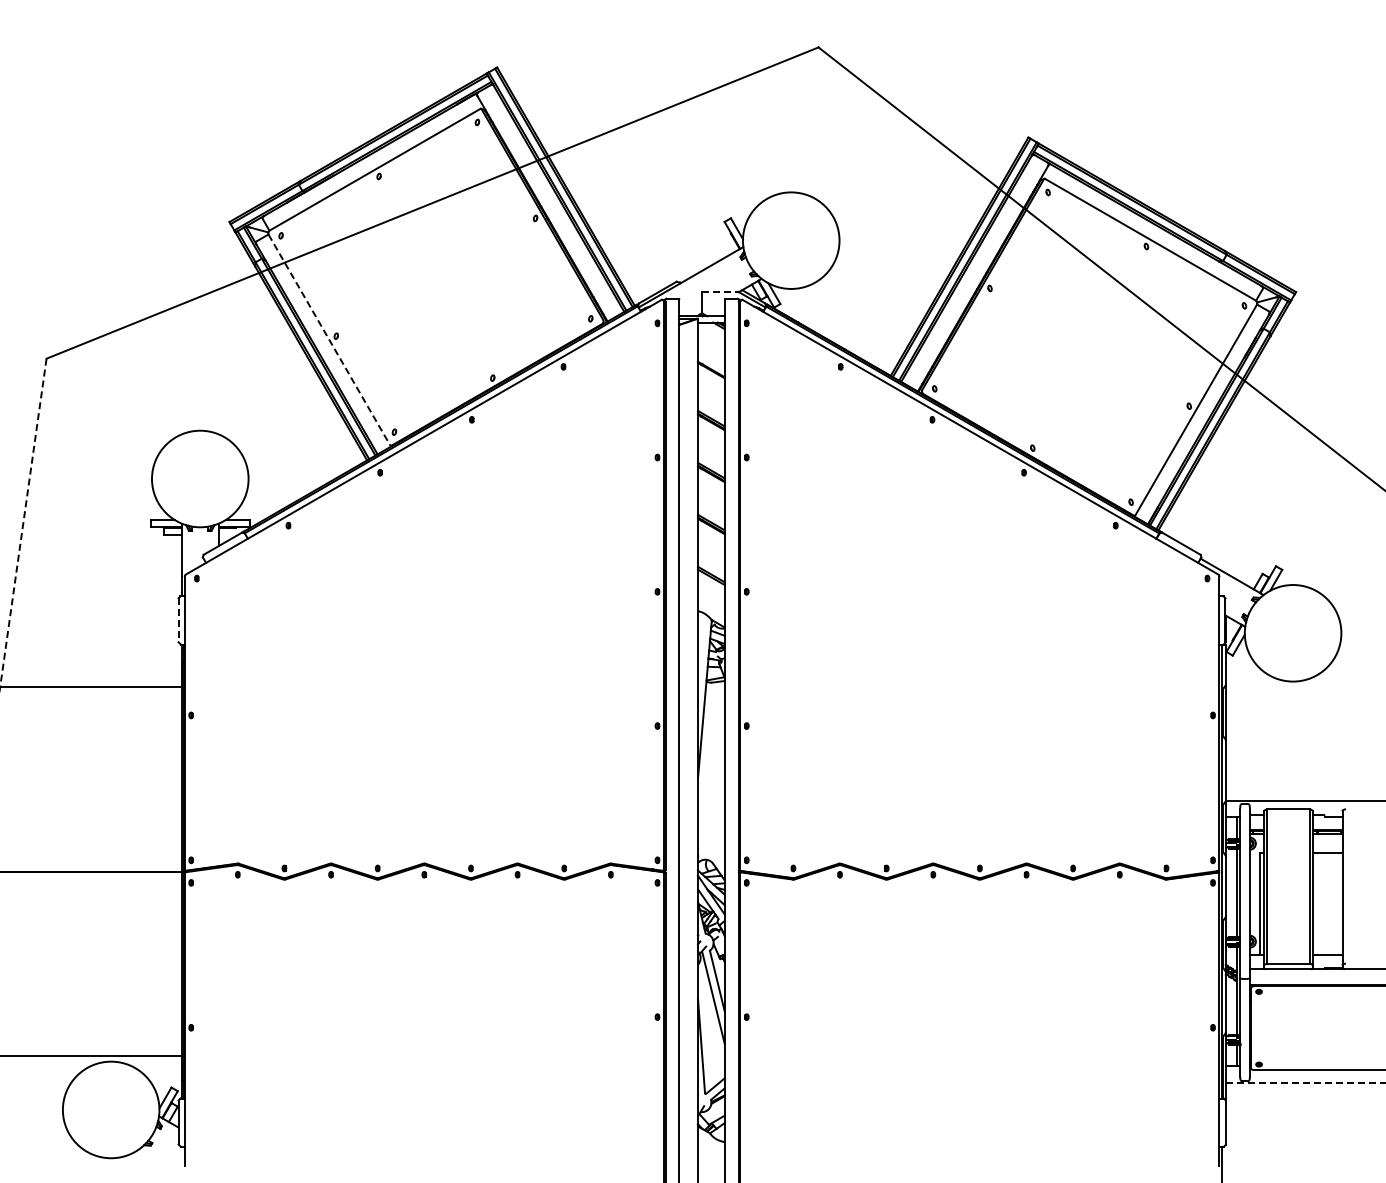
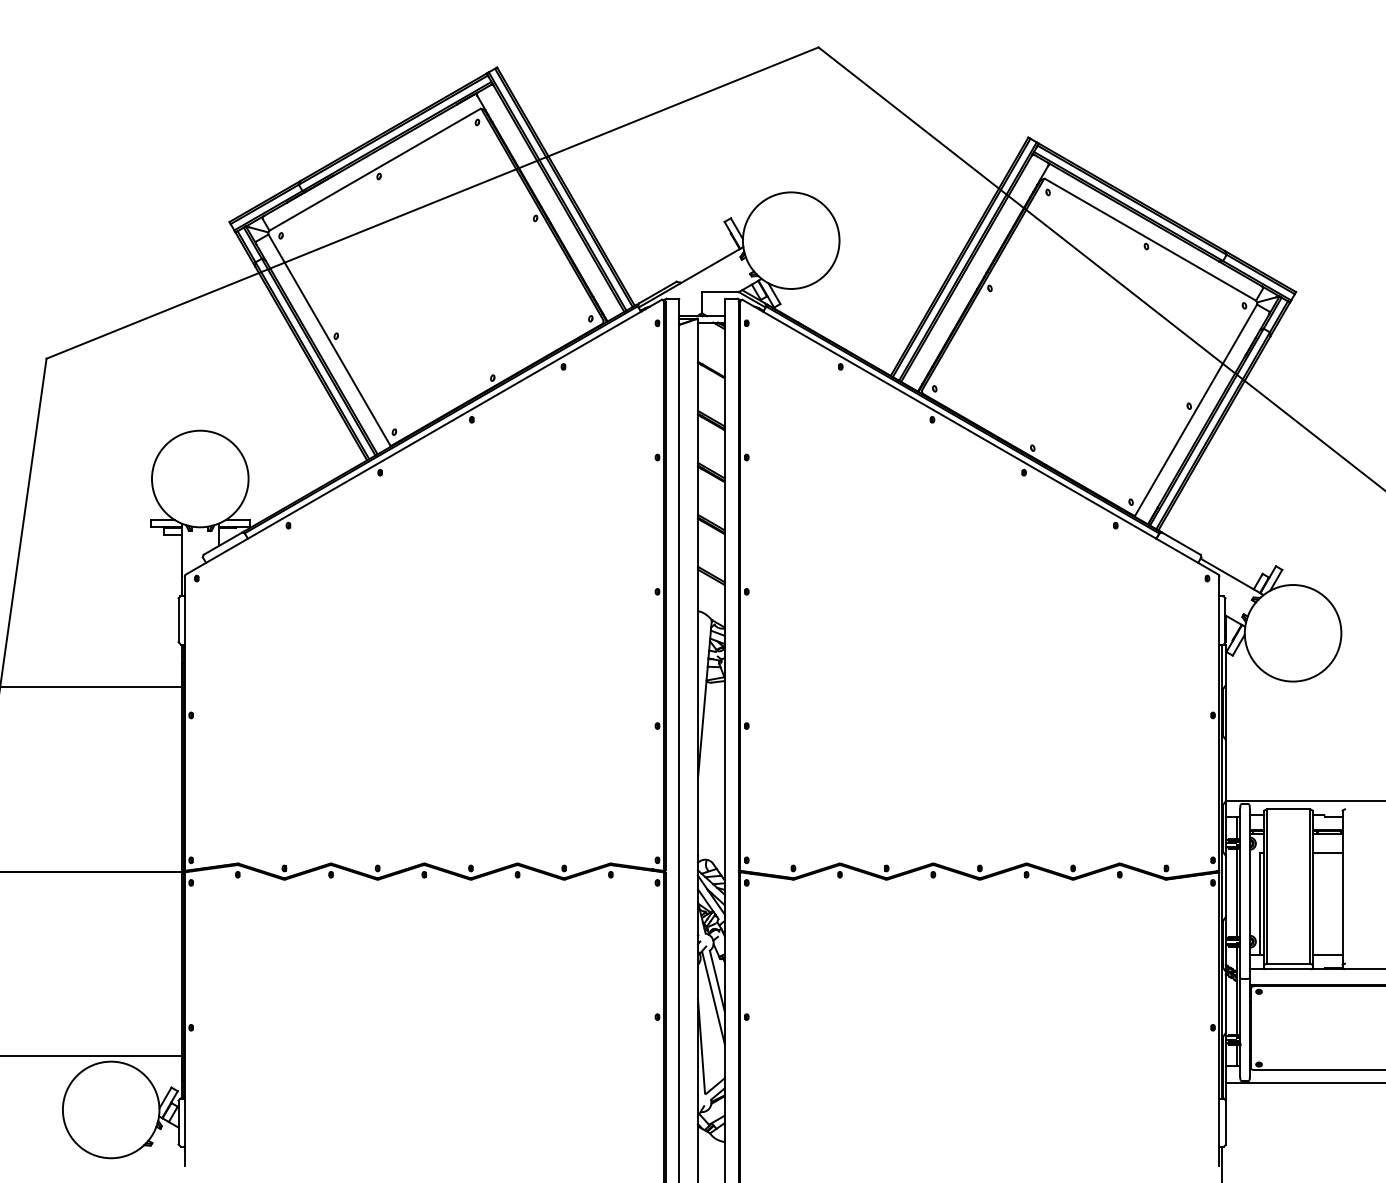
line at (721, 292): dashed -> solid
line at (329, 340): dashed -> solid
line at (23, 523): dashed -> solid
line at (178, 620): dashed -> solid
line at (1305, 1082): dashed -> solid
